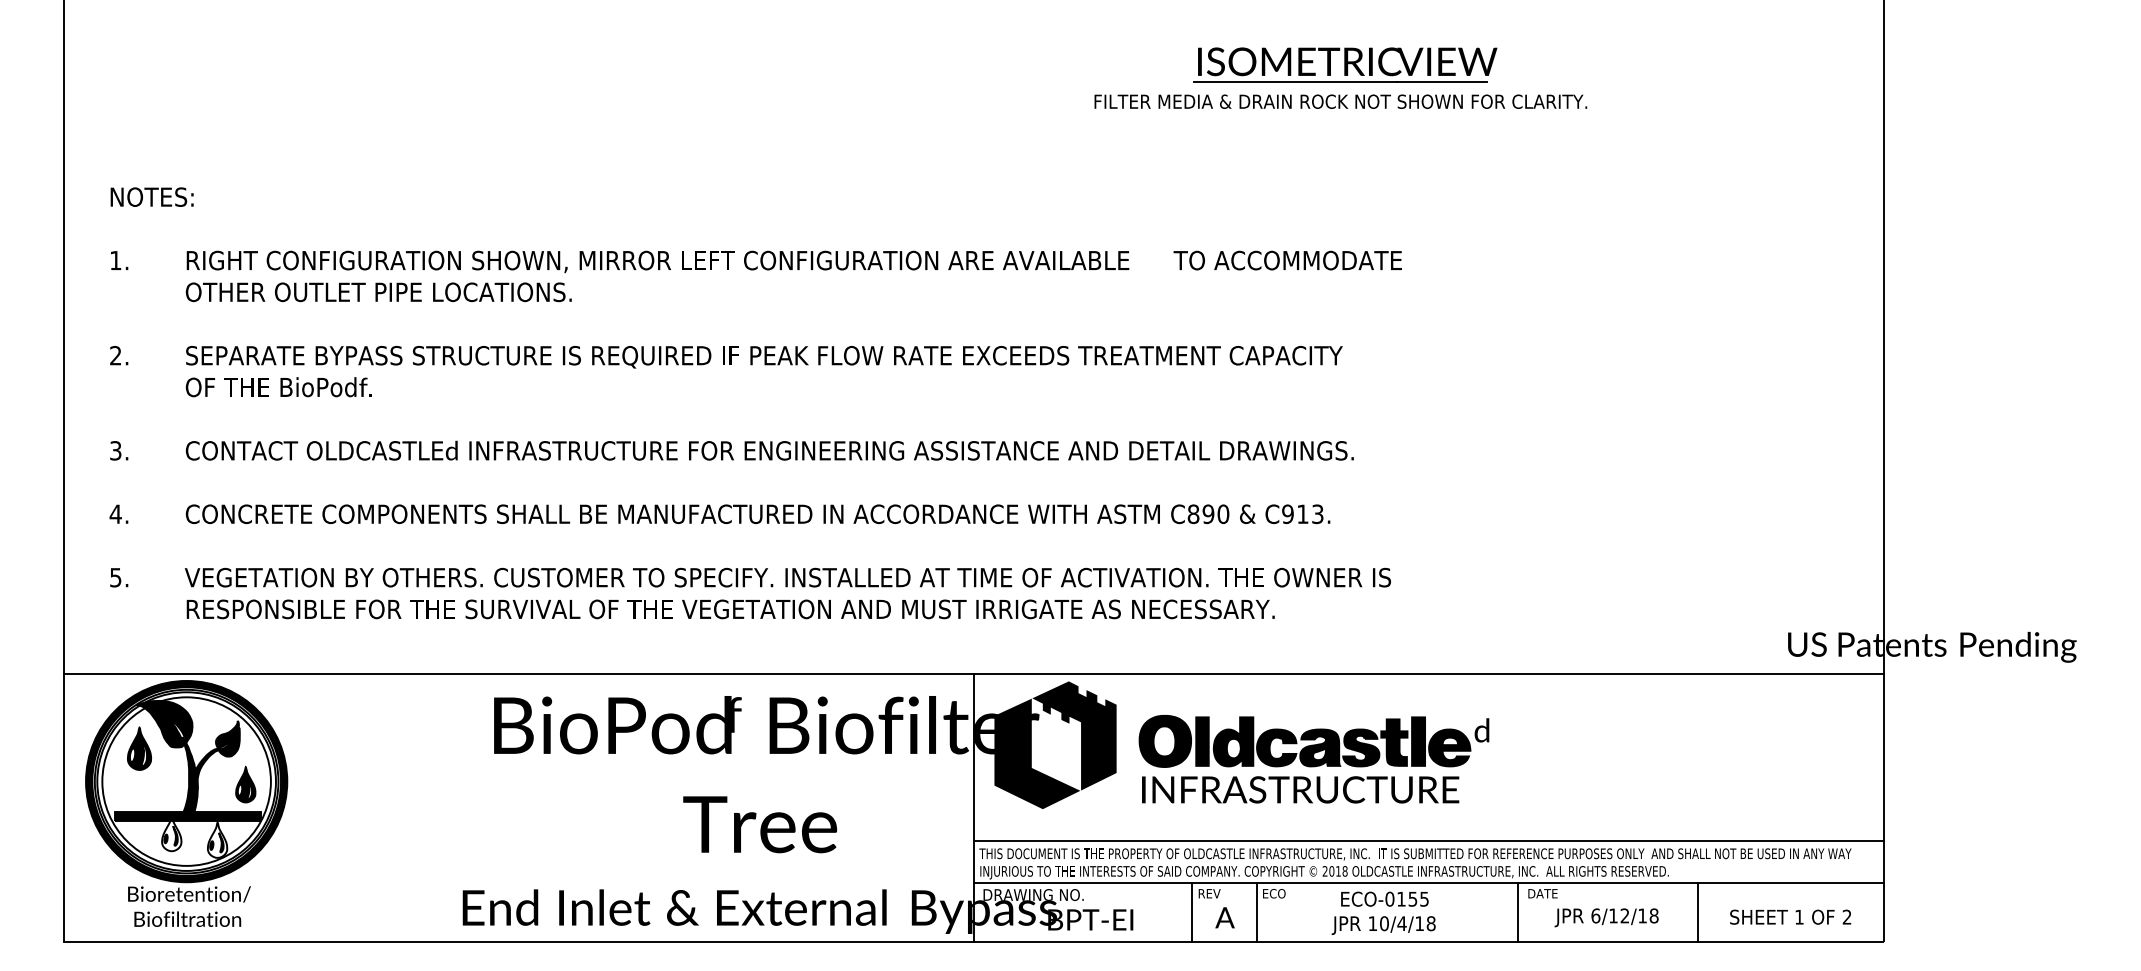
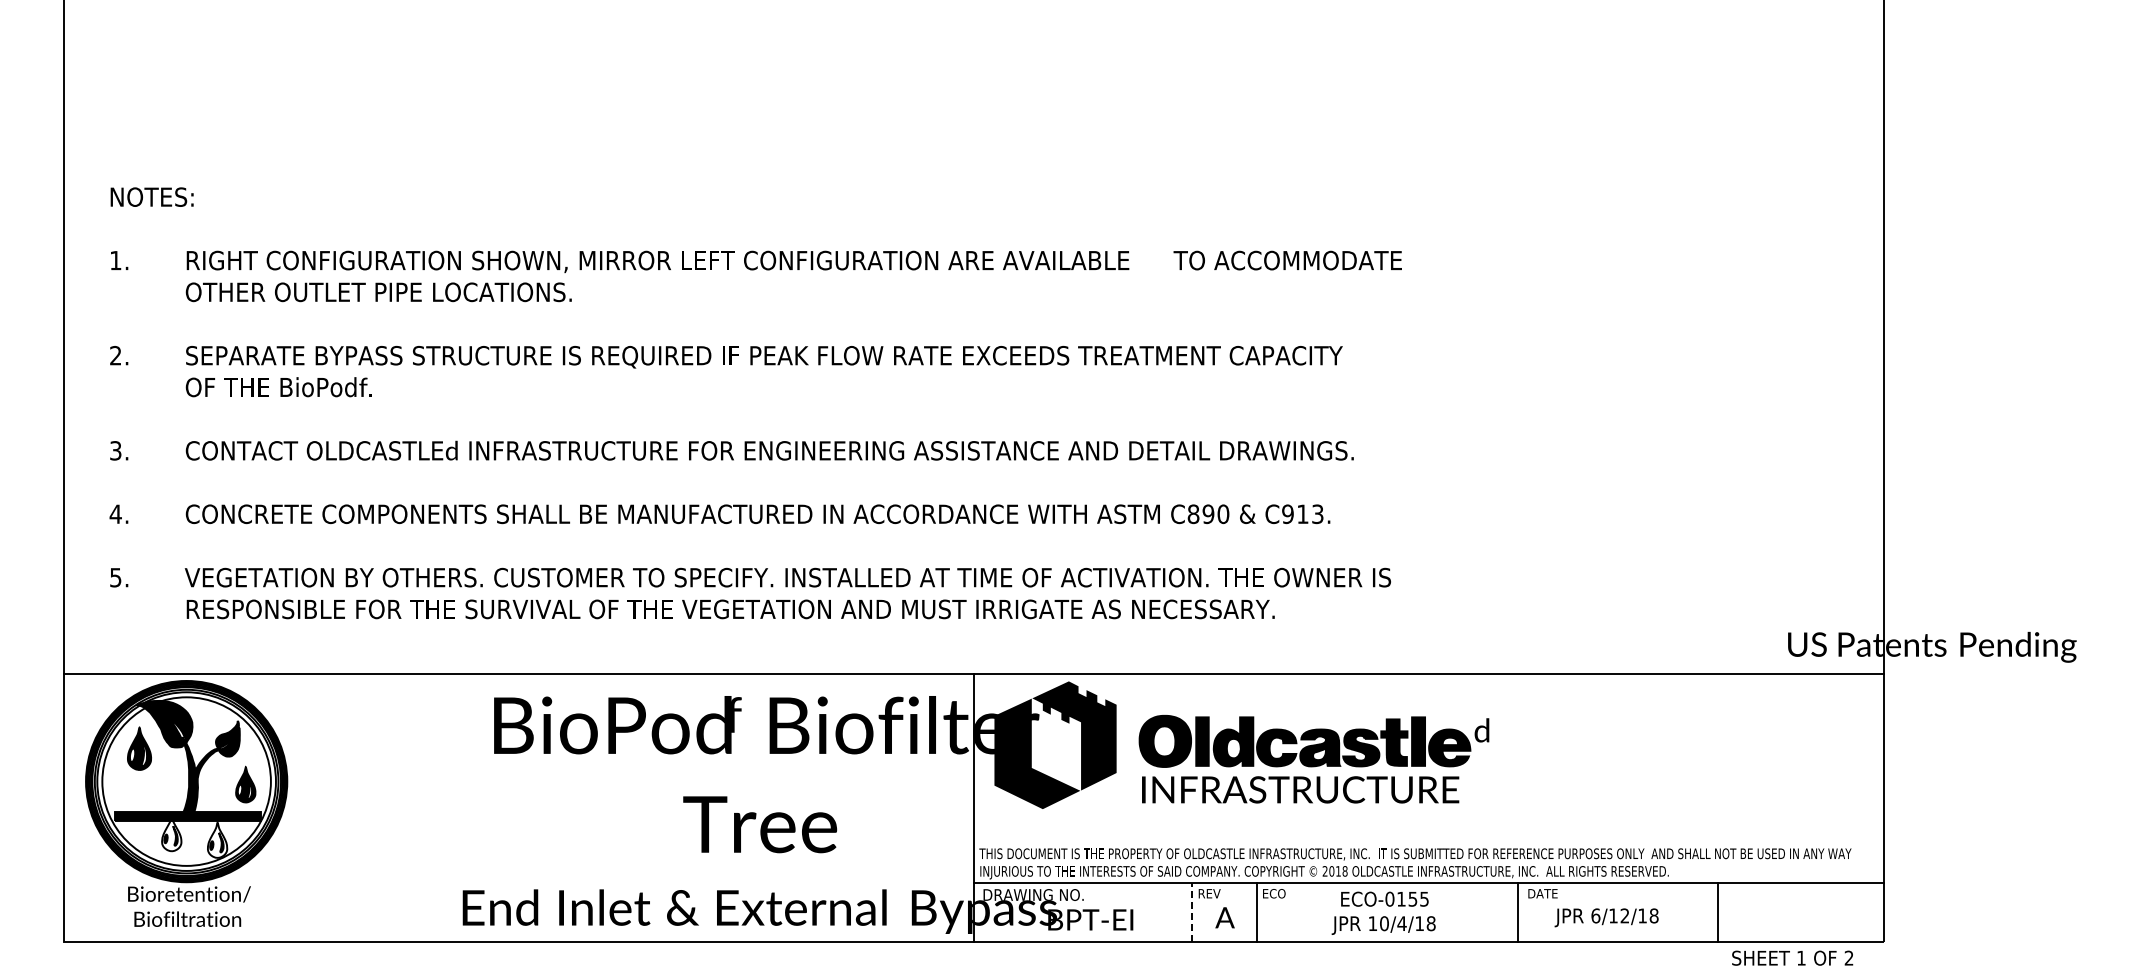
part at (1340, 77): present -> none
line at (1429, 840): present -> none
line at (1192, 912): solid -> dashed
line at (1697, 912) position: (1697, 912) -> (1717, 912)
text at (1790, 916) position: (1790, 916) -> (1792, 957)
